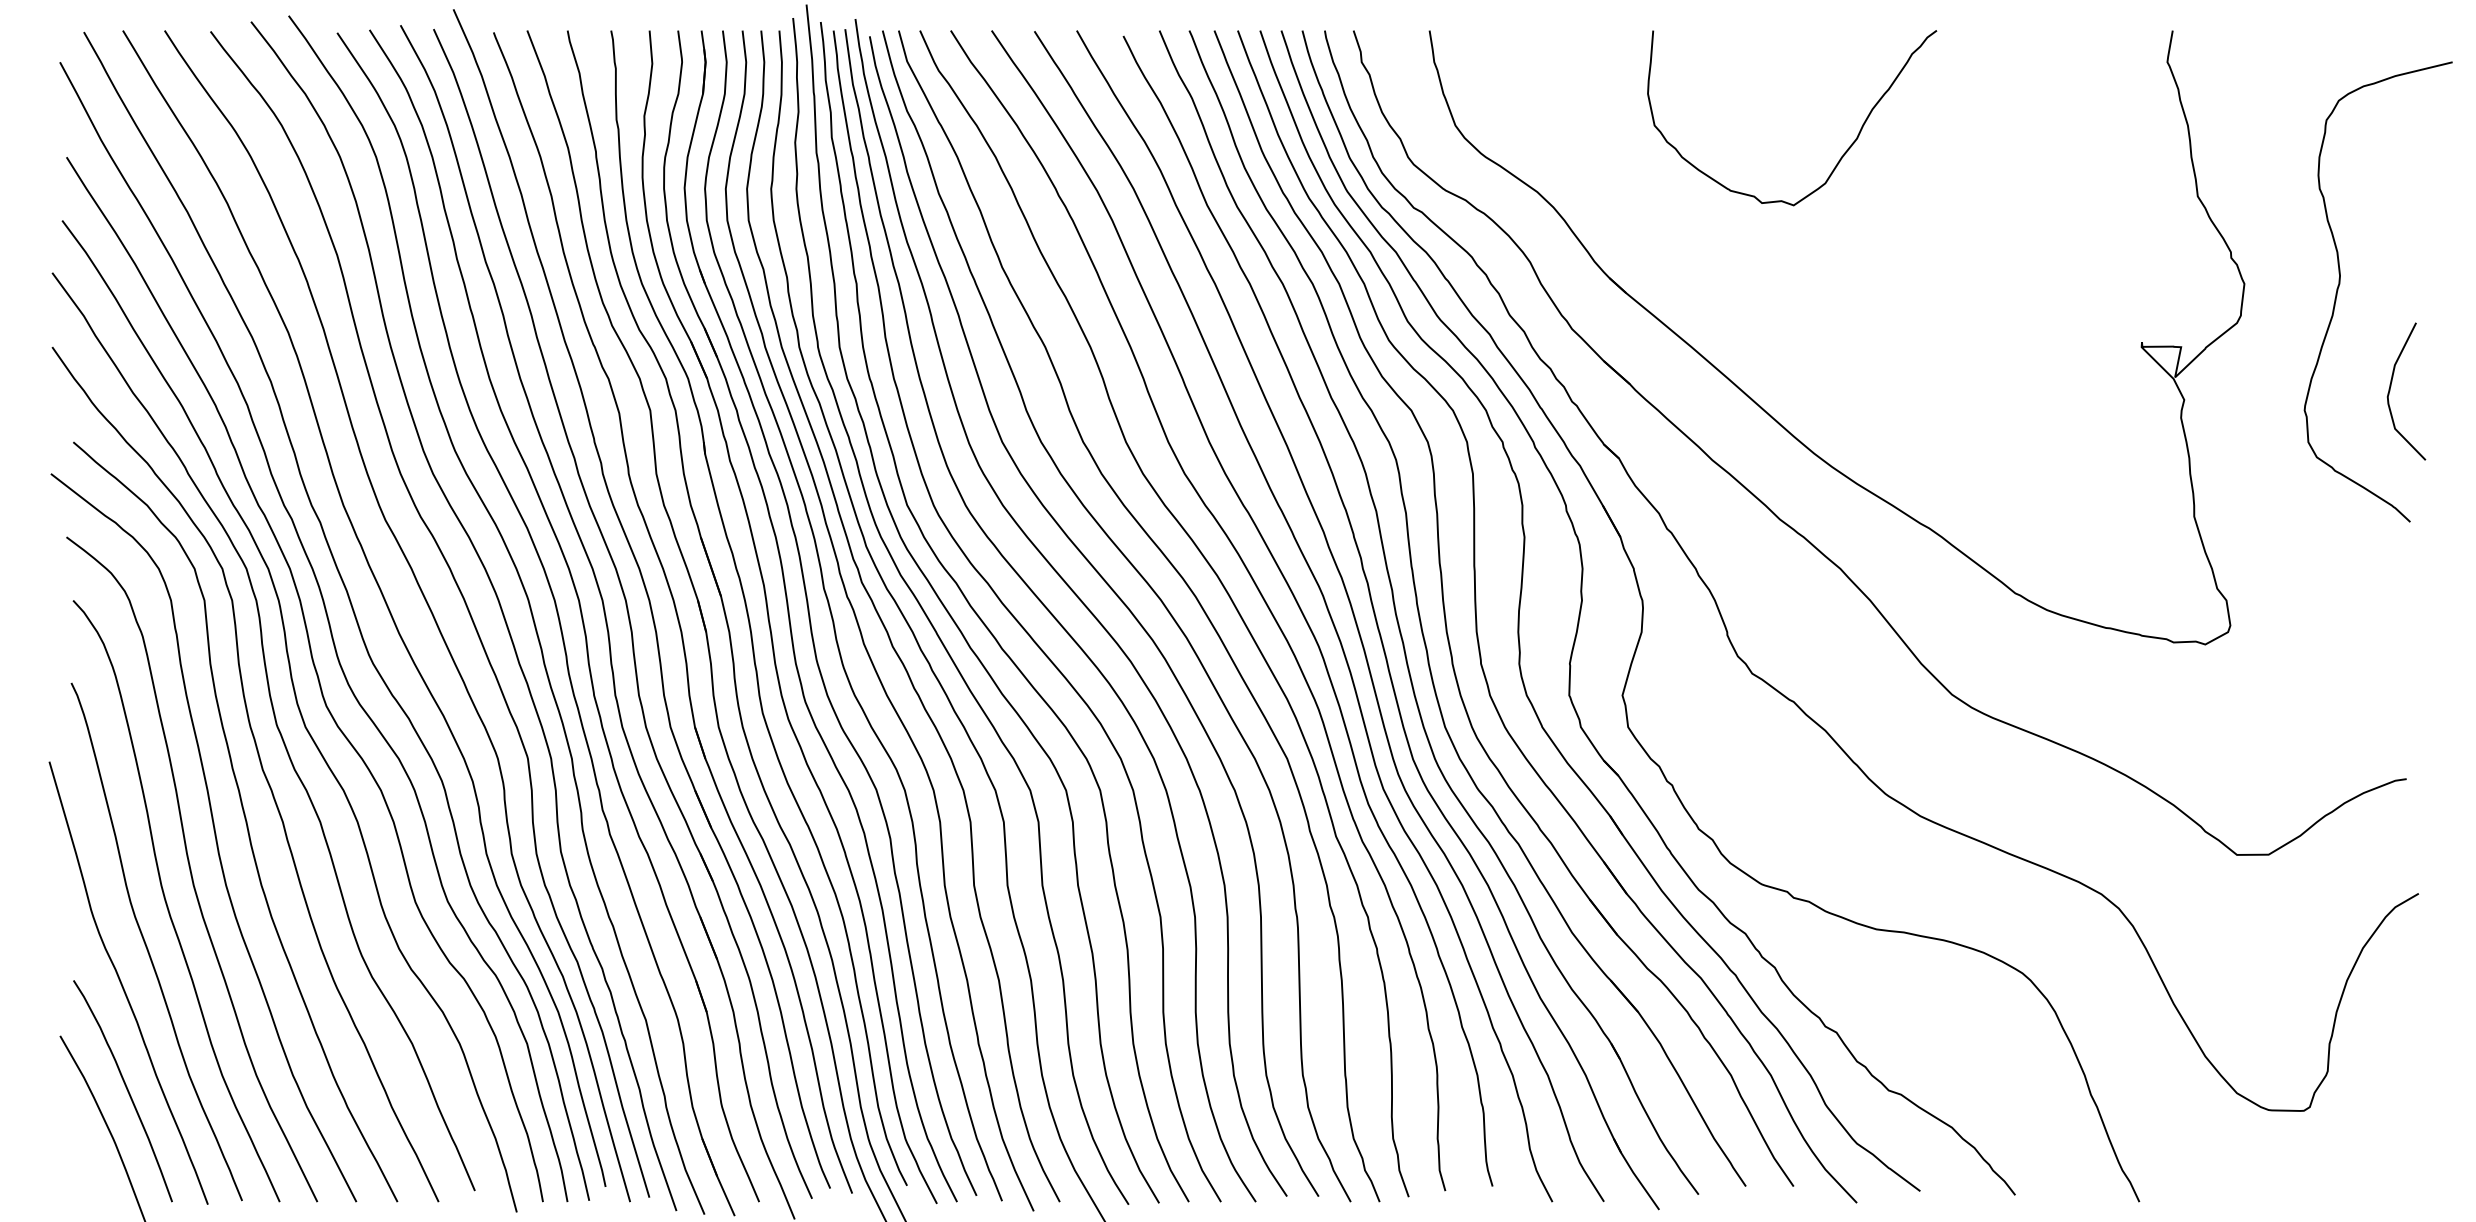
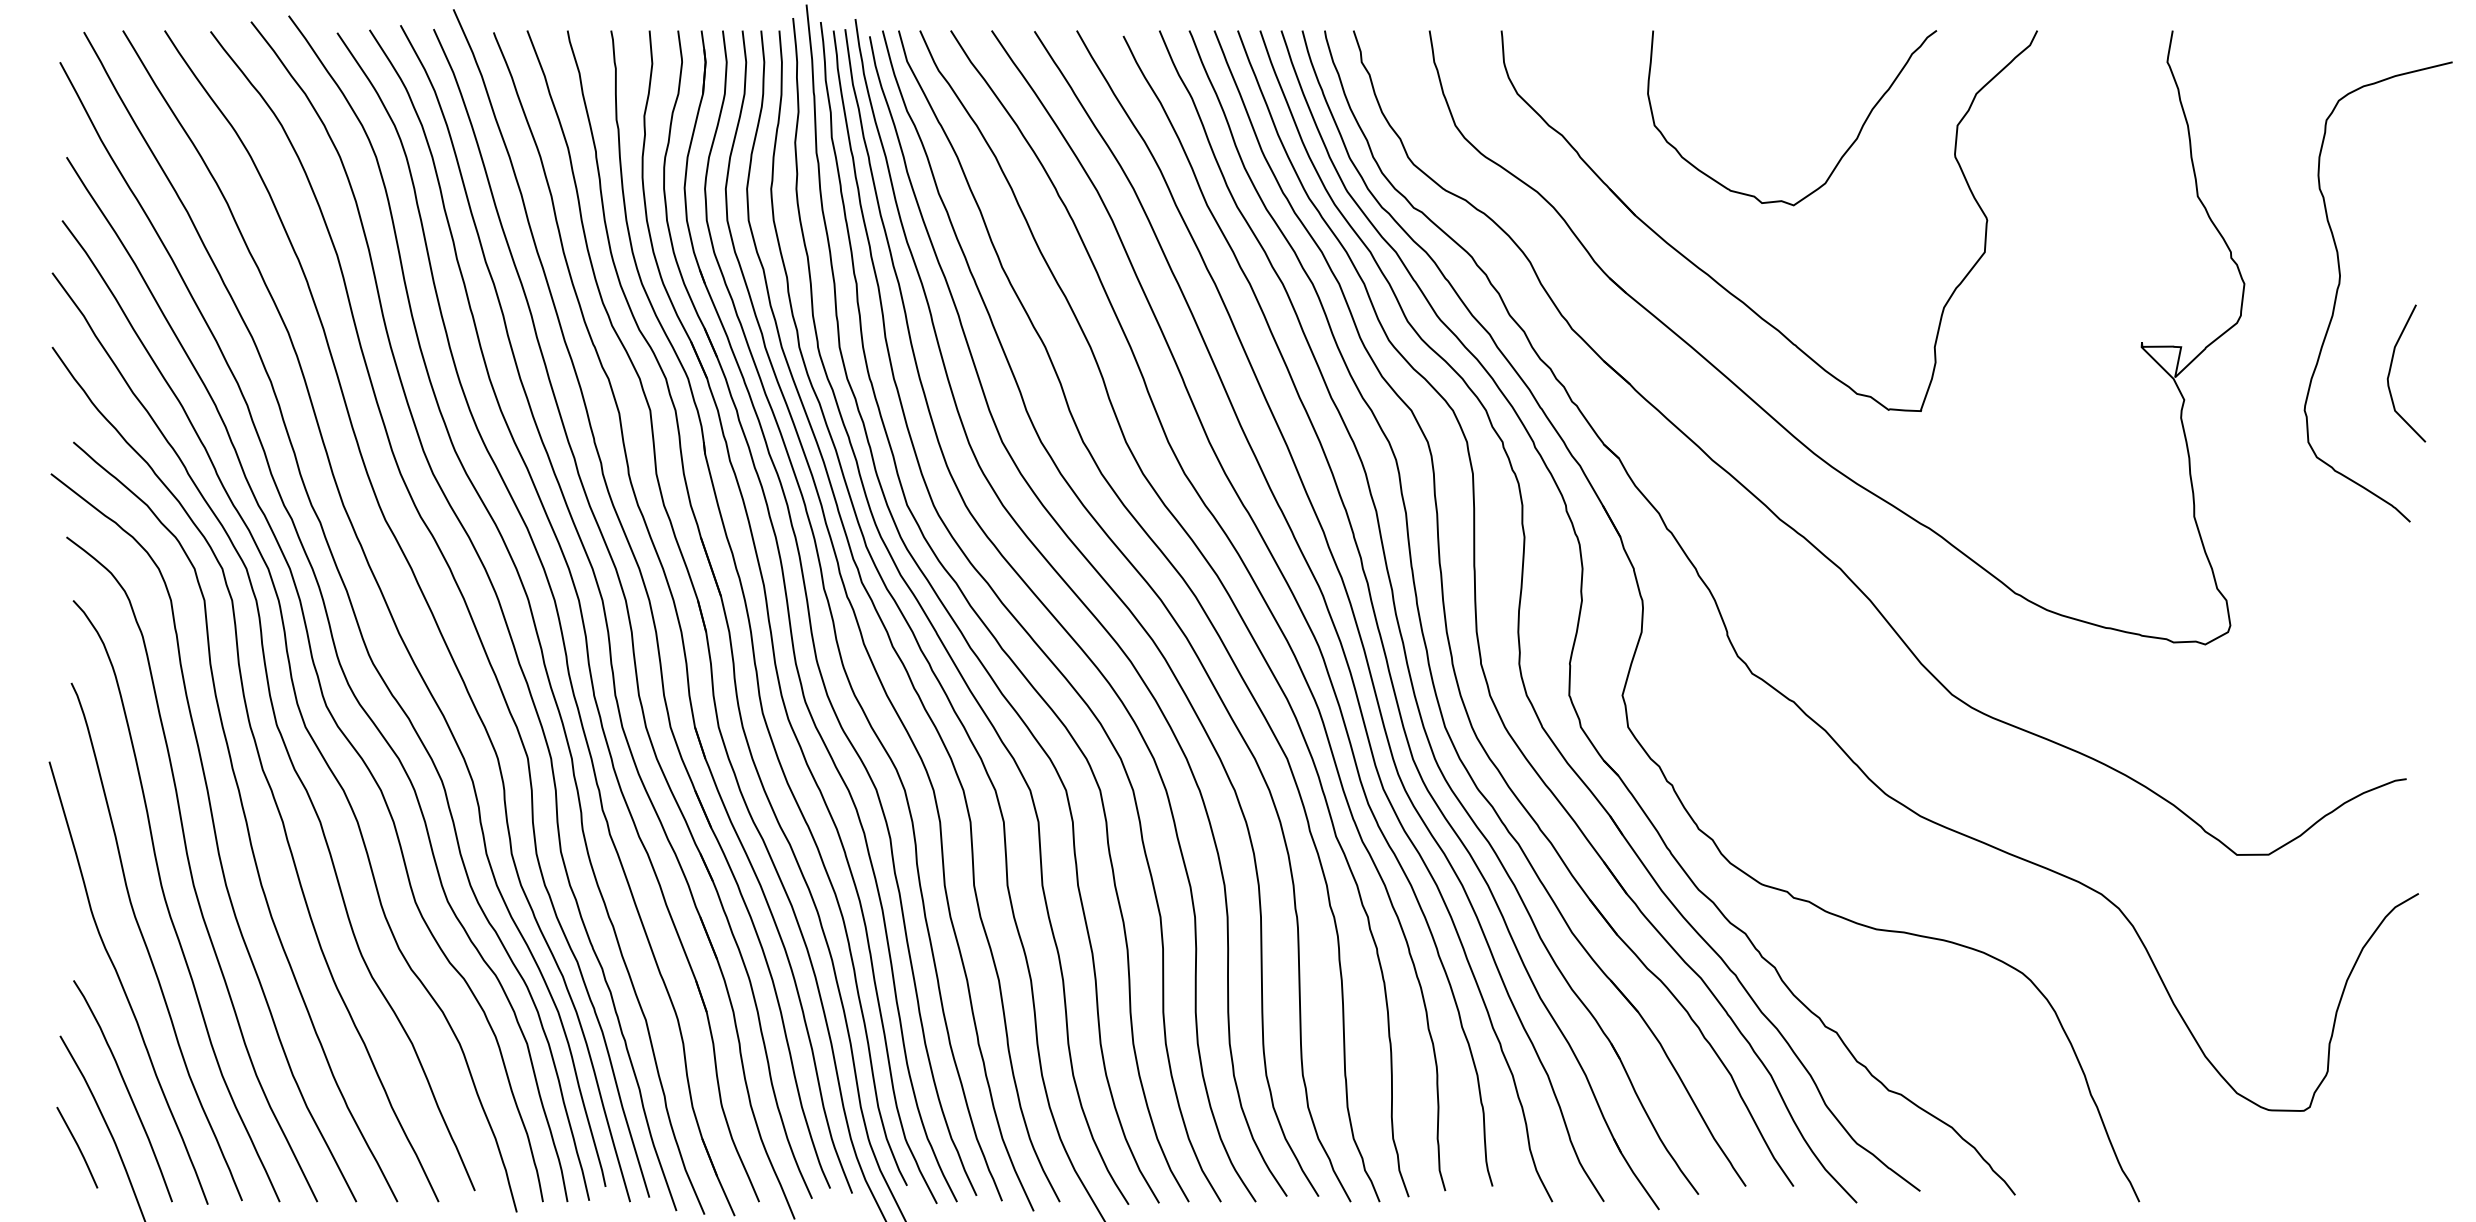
part at (1715, 279): none -> present
curve at (2391, 386) position: (2391, 386) -> (2391, 368)
line at (77, 1147): none -> present
